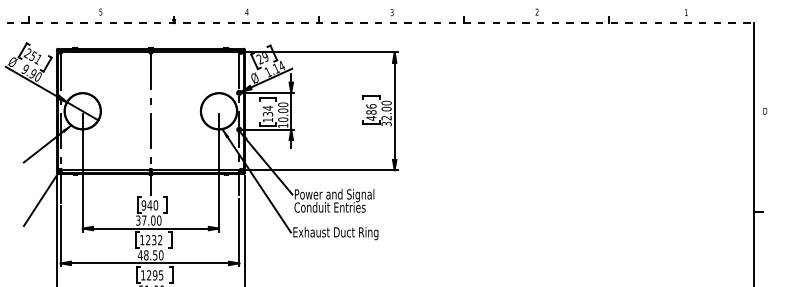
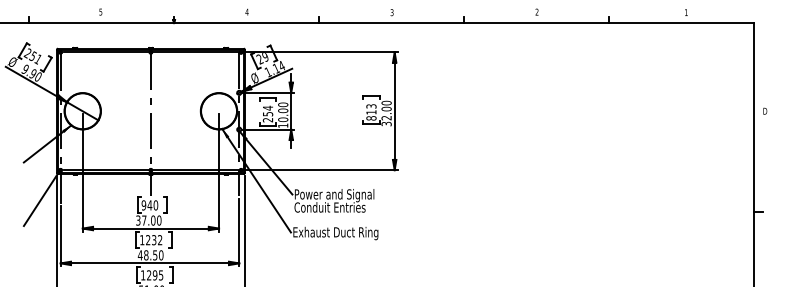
line at (377, 23): dashed -> solid
text at (371, 112): 486 -> 813
text at (267, 117): 134 -> 254
